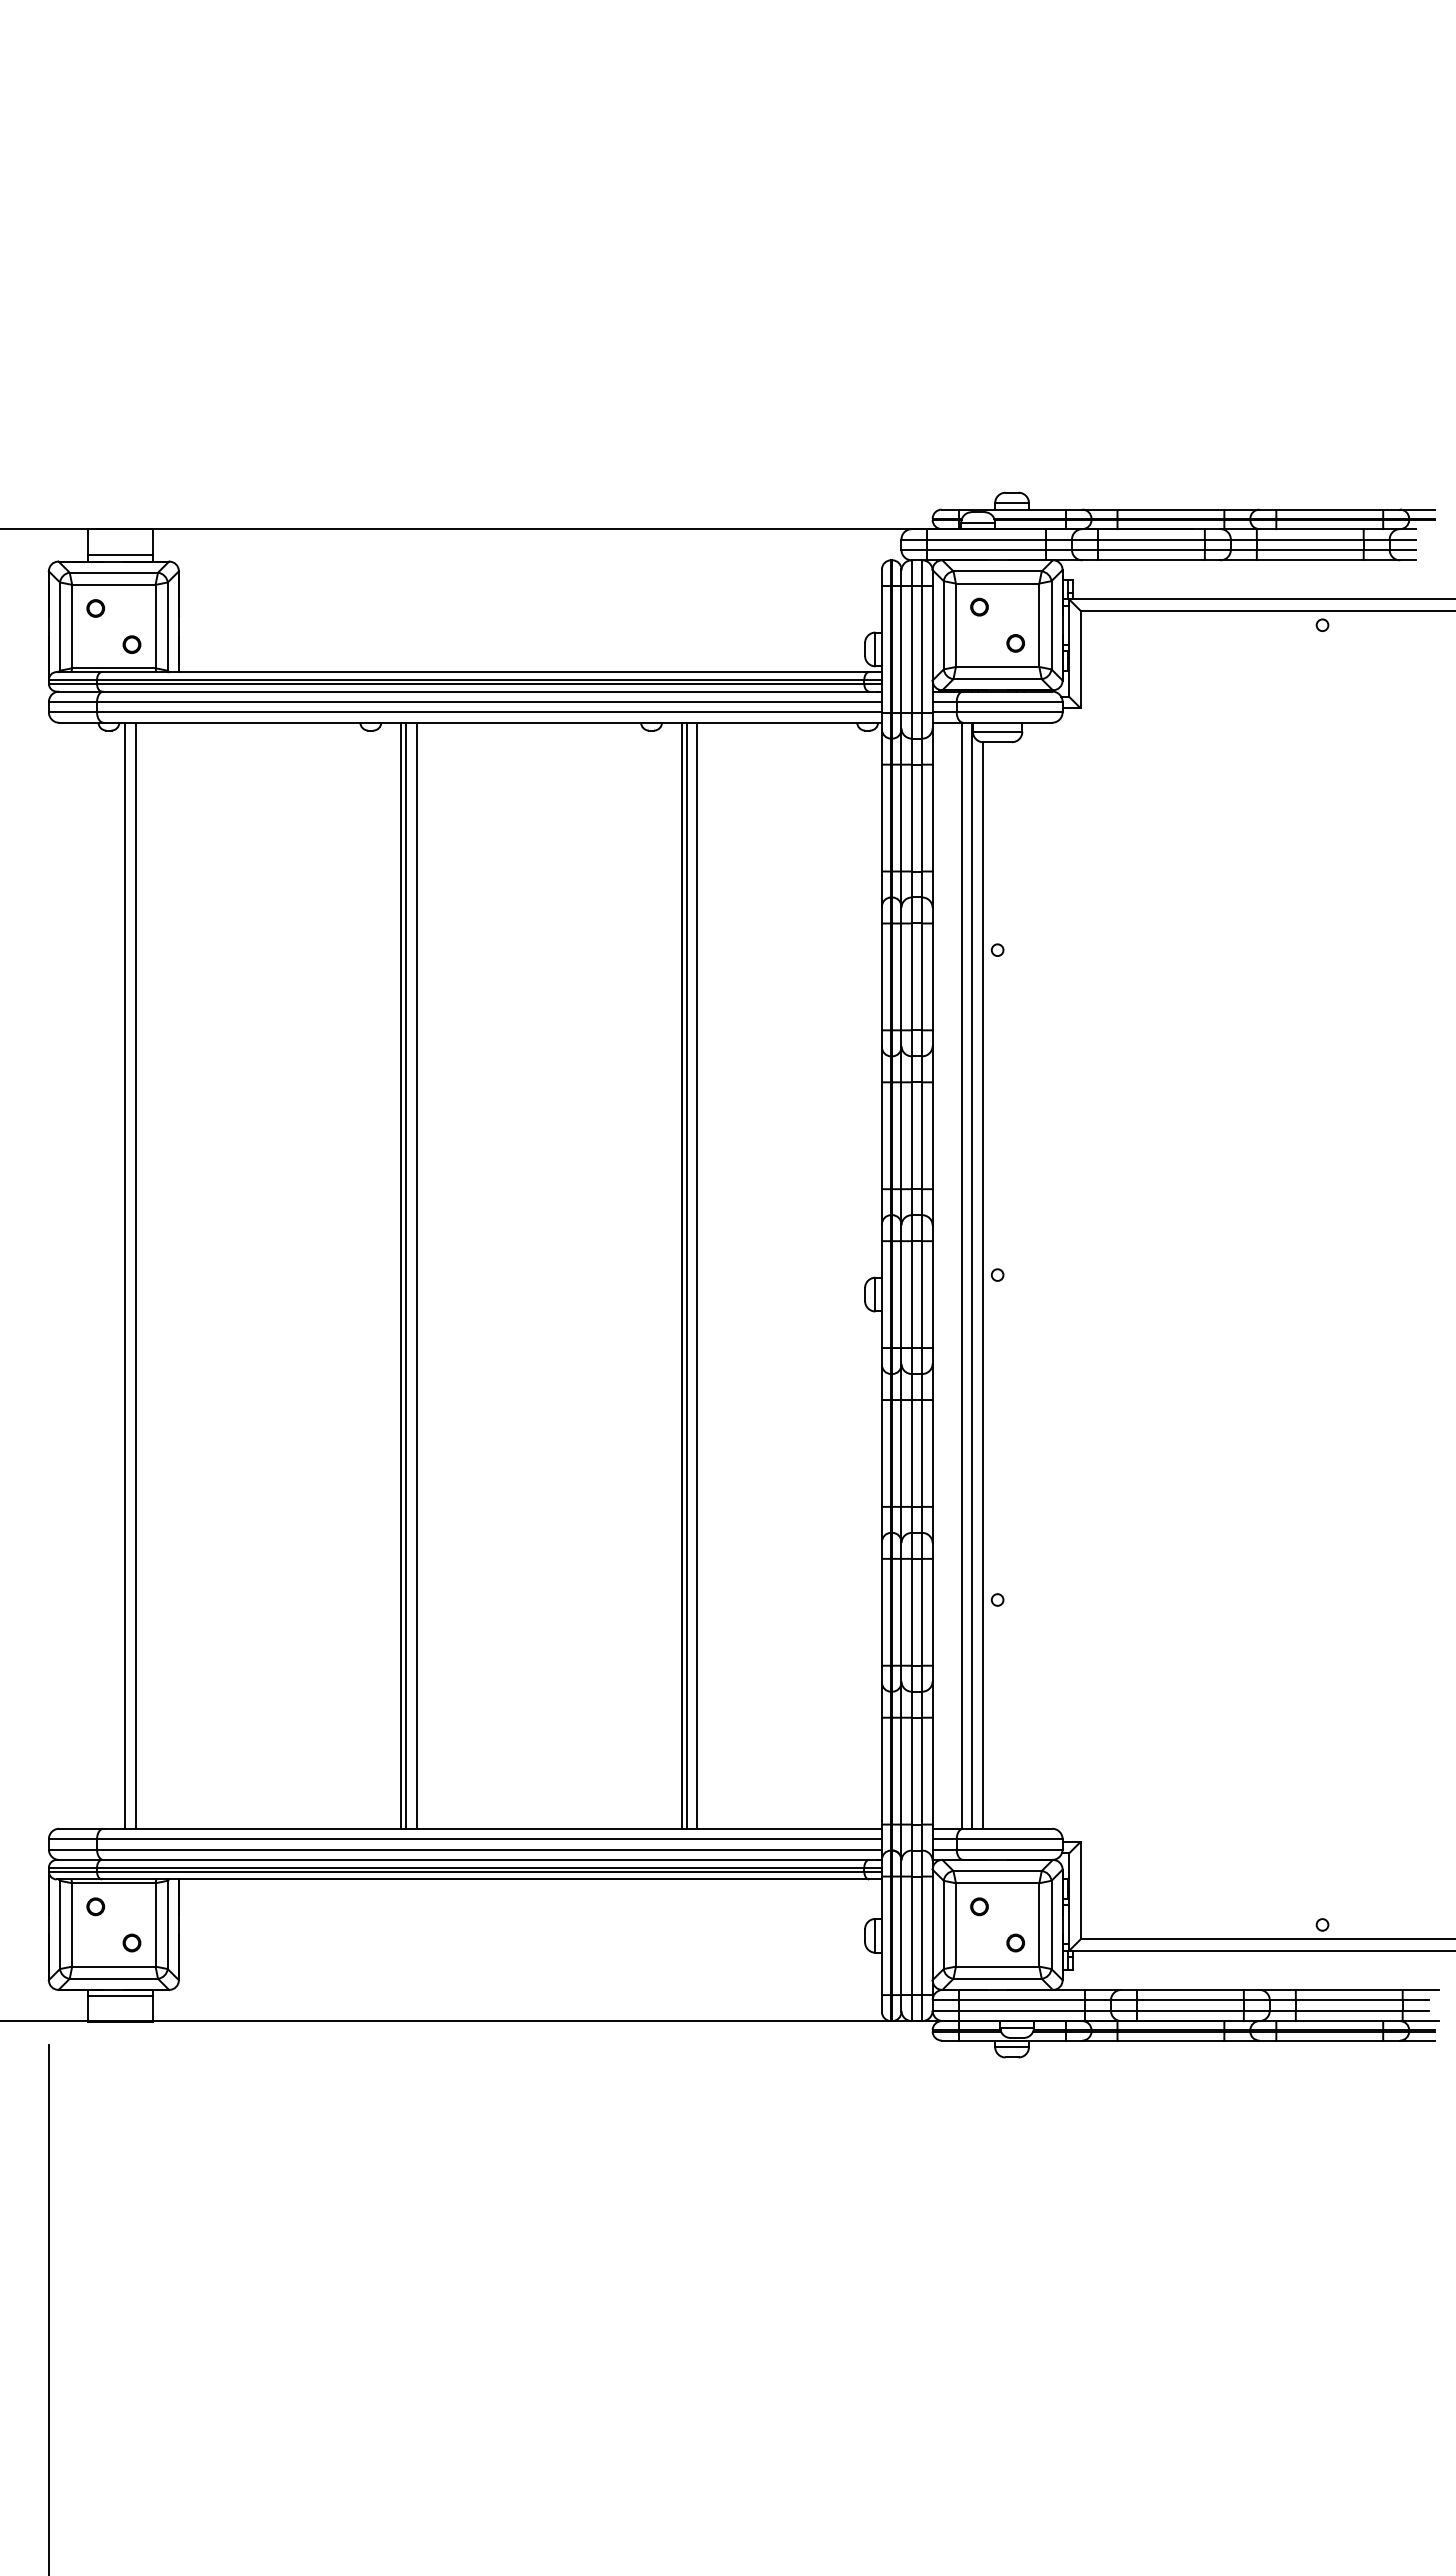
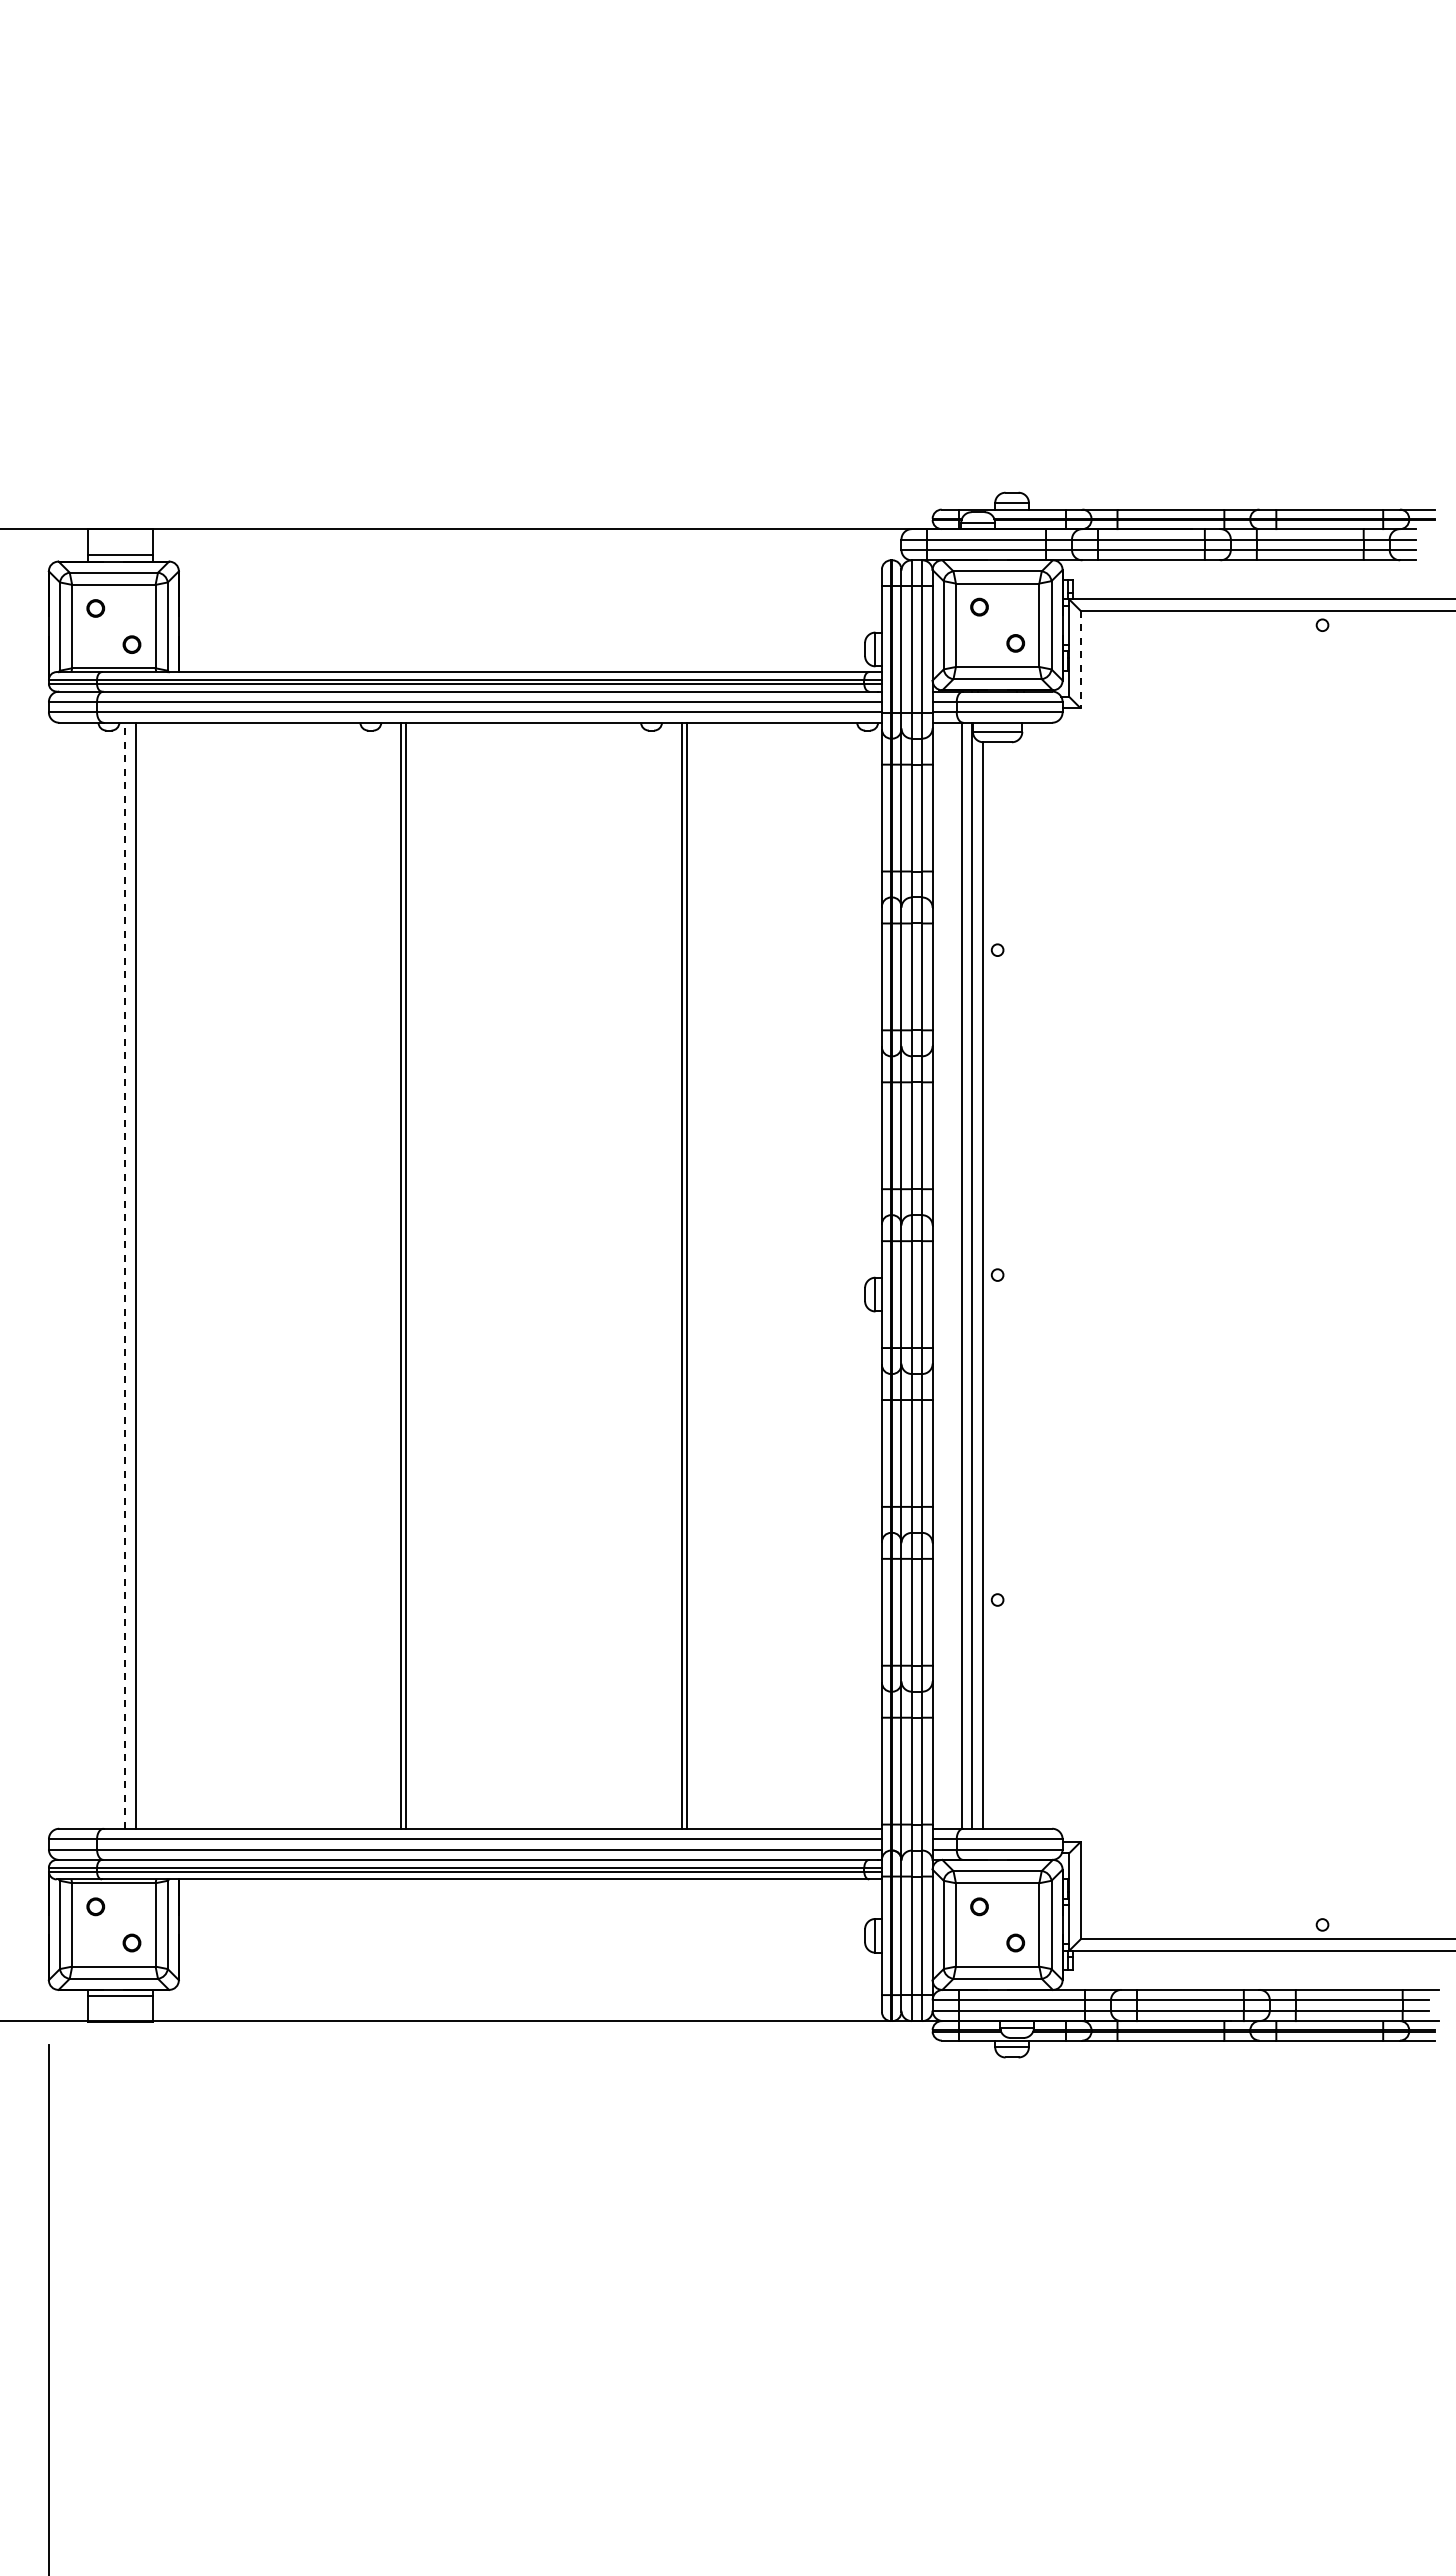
line at (1080, 659): solid -> dashed
line at (125, 1275): solid -> dashed
line at (416, 1275): present -> none
line at (697, 1275): present -> none
